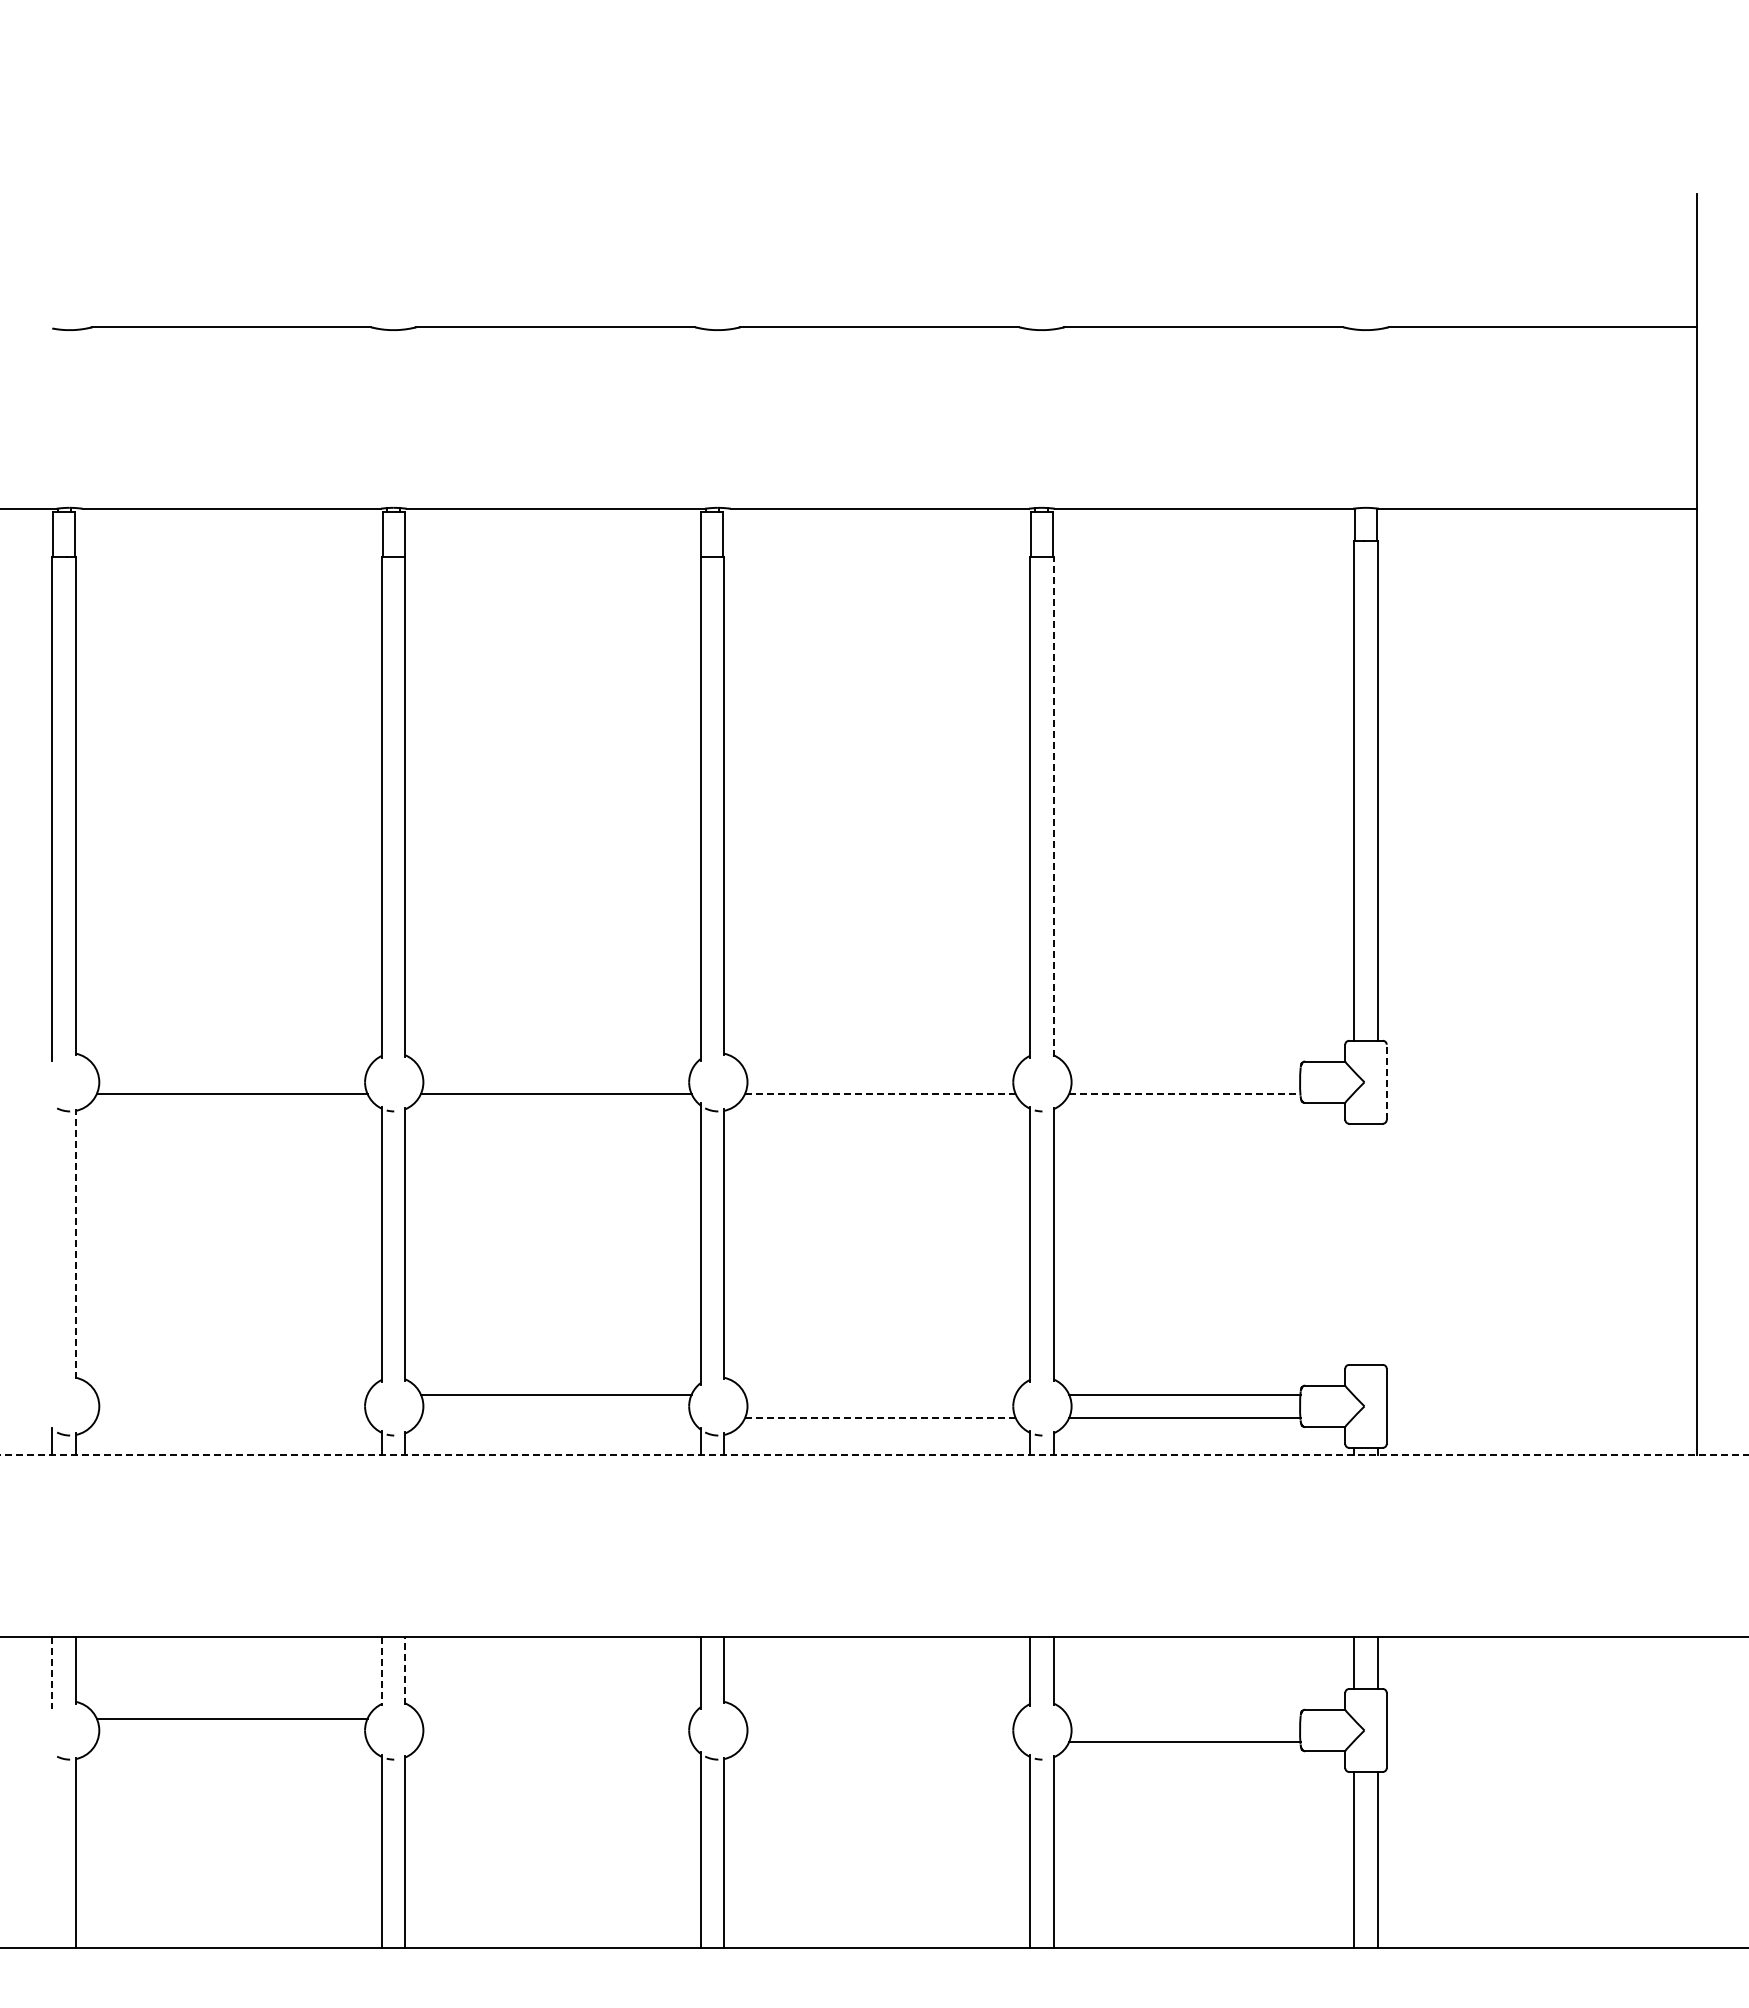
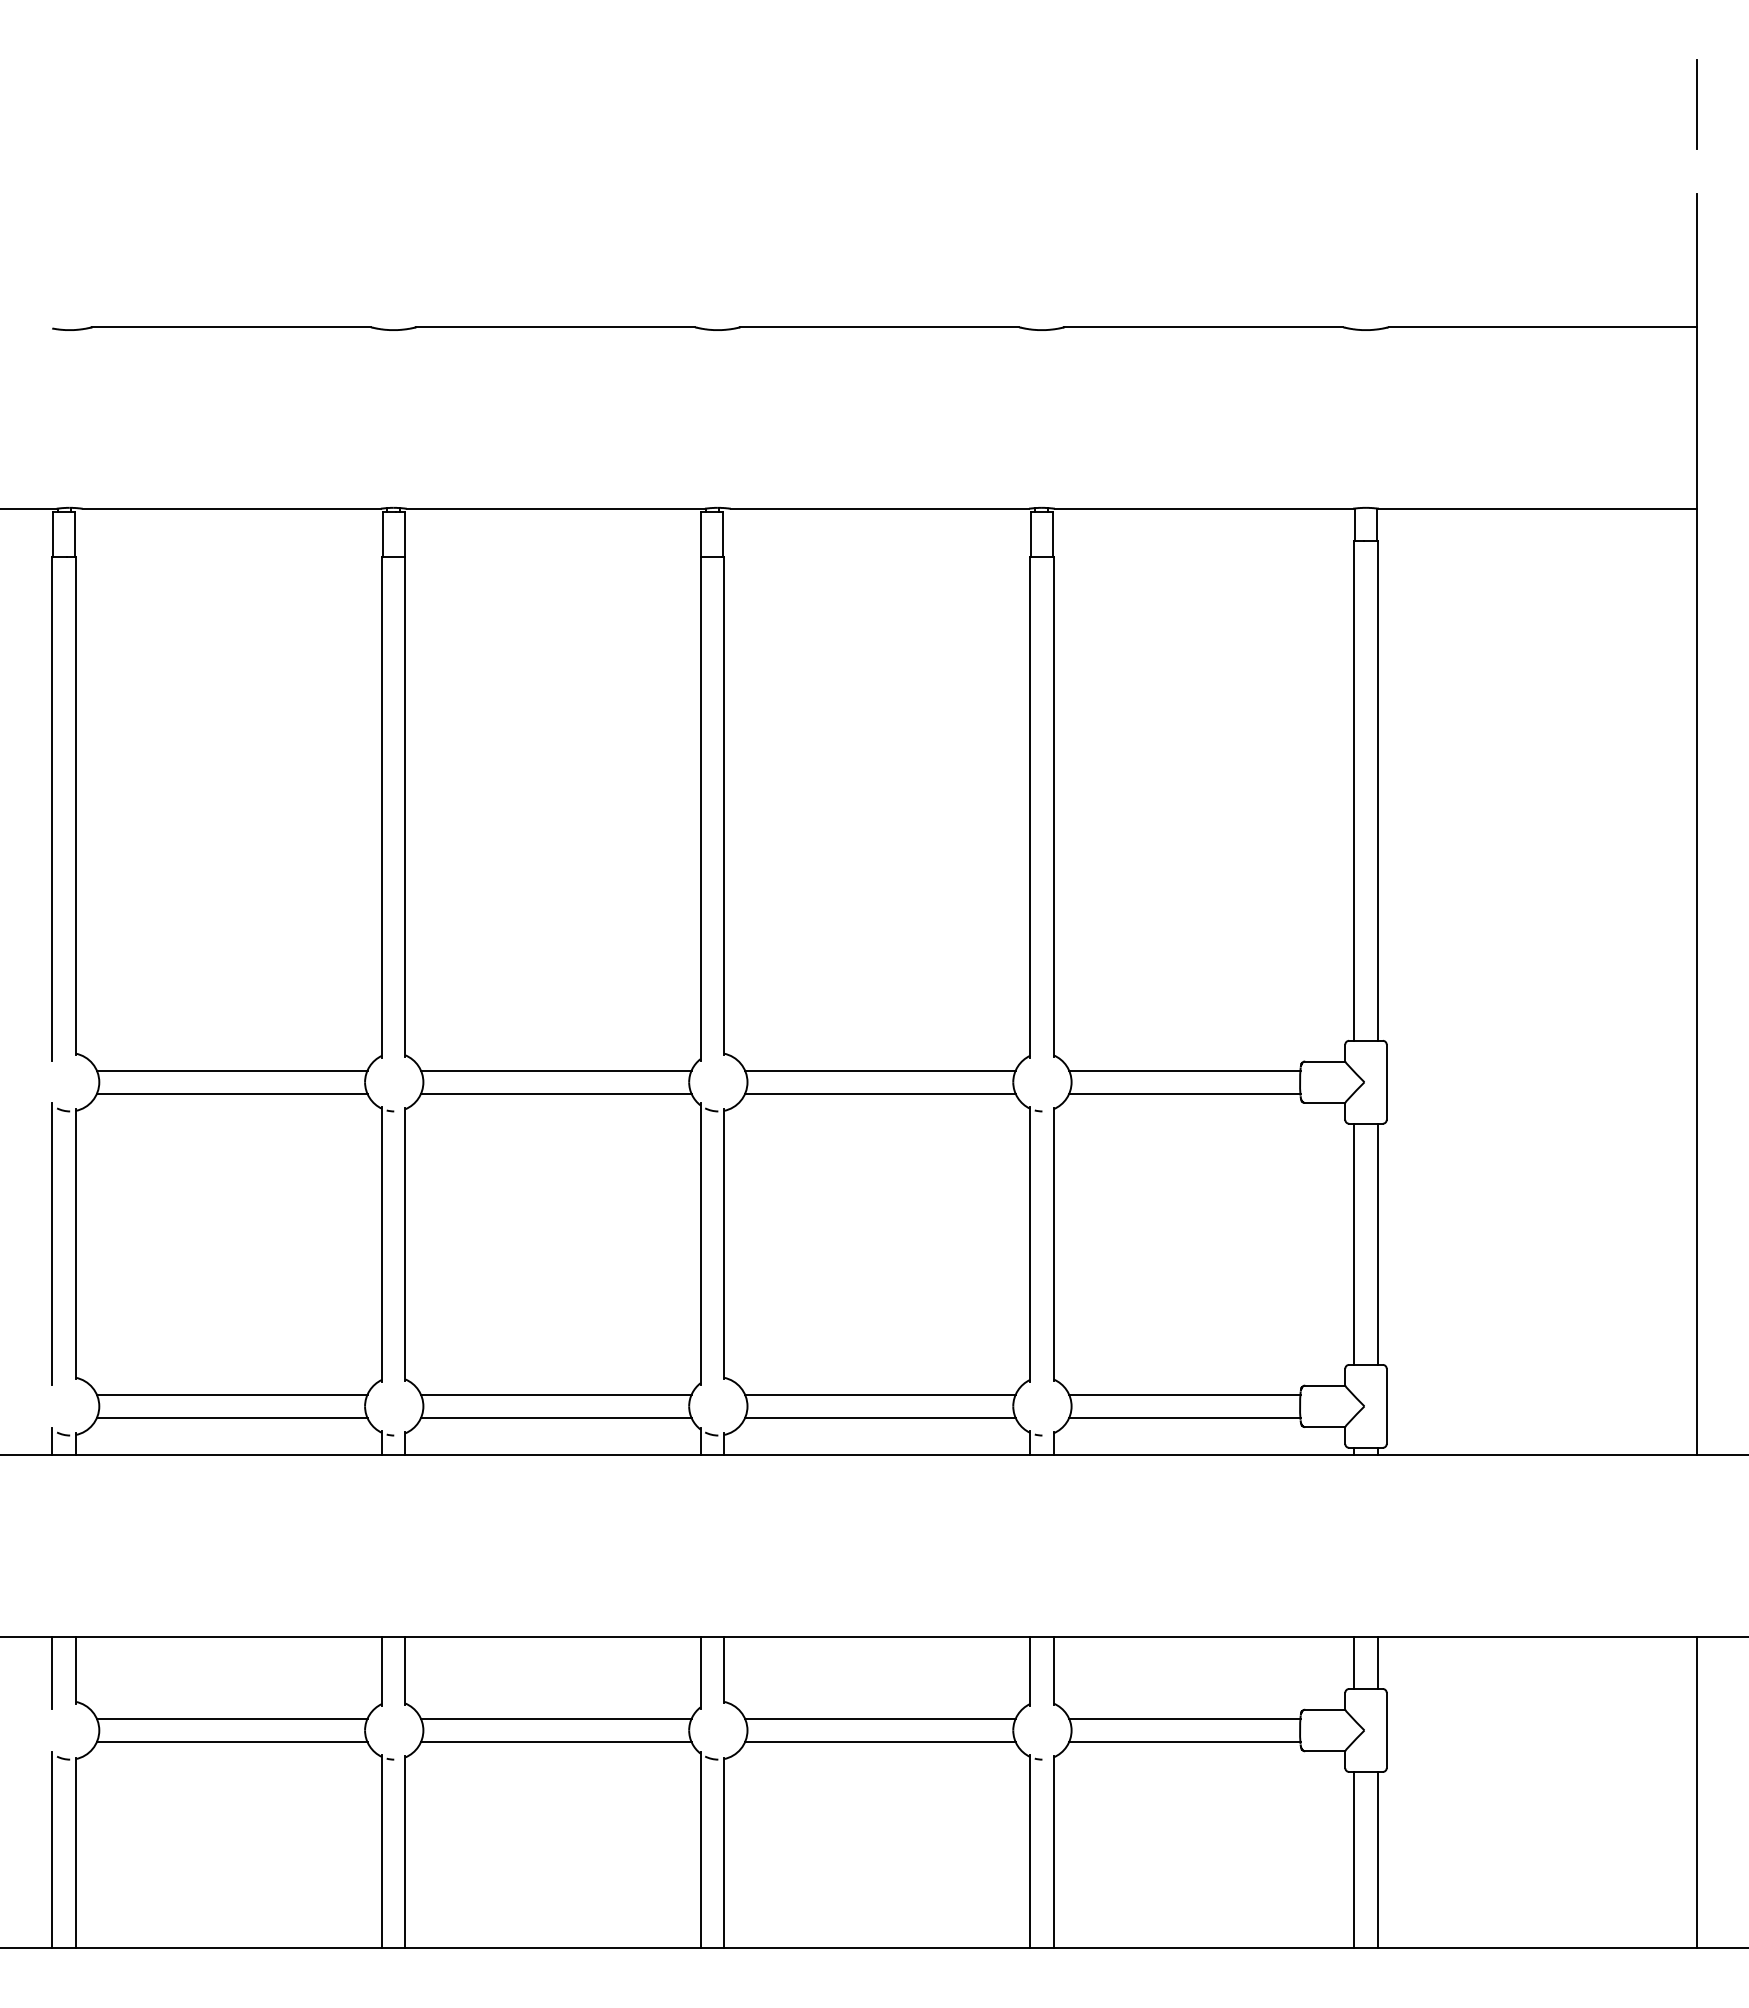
line at (1696, 104): none -> present
line at (1053, 807): dashed -> solid
line at (231, 1070): none -> present
line at (555, 1070): none -> present
line at (880, 1070): none -> present
line at (1184, 1070): none -> present
line at (1386, 1082): dashed -> solid
line at (880, 1093): dashed -> solid
line at (1184, 1093): dashed -> solid
line at (75, 1243): dashed -> solid
line at (1354, 1243): none -> present
line at (1377, 1243): none -> present
line at (52, 1244): none -> present
line at (231, 1394): none -> present
line at (880, 1394): none -> present
line at (231, 1418): none -> present
line at (555, 1418): none -> present
line at (880, 1418): dashed -> solid
line at (874, 1455): dashed -> solid
line at (405, 1670): dashed -> solid
line at (382, 1671): dashed -> solid
line at (52, 1673): dashed -> solid
line at (555, 1718): none -> present
line at (880, 1718): none -> present
line at (1184, 1718): none -> present
line at (231, 1742): none -> present
line at (555, 1742): none -> present
line at (880, 1742): none -> present
line at (1696, 1791): none -> present
line at (52, 1849): none -> present
